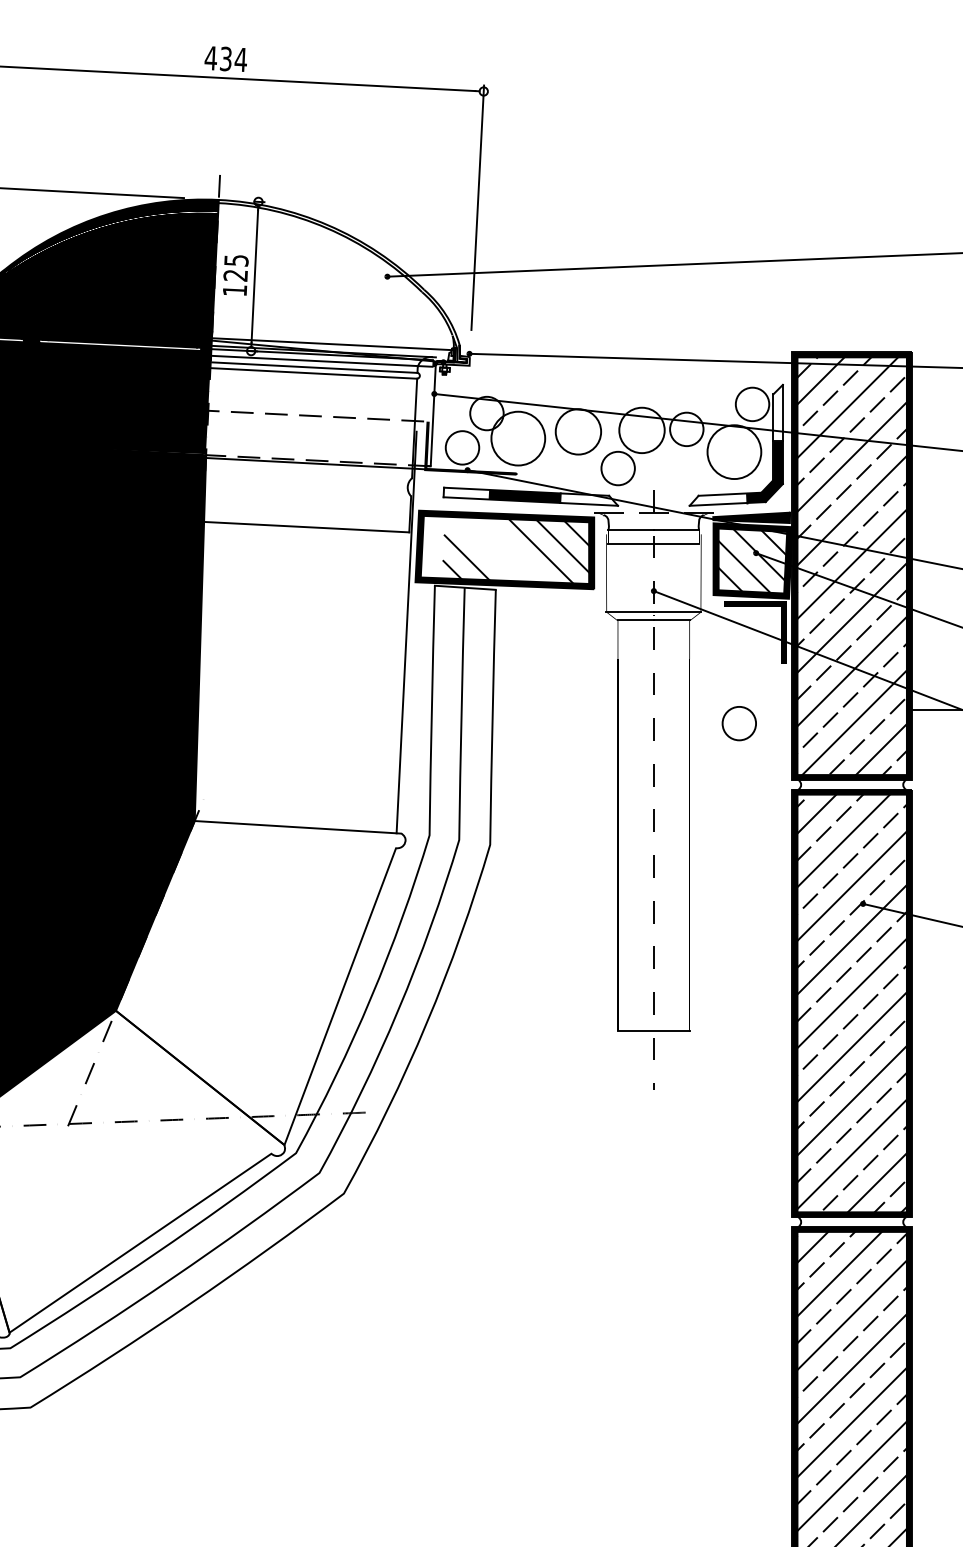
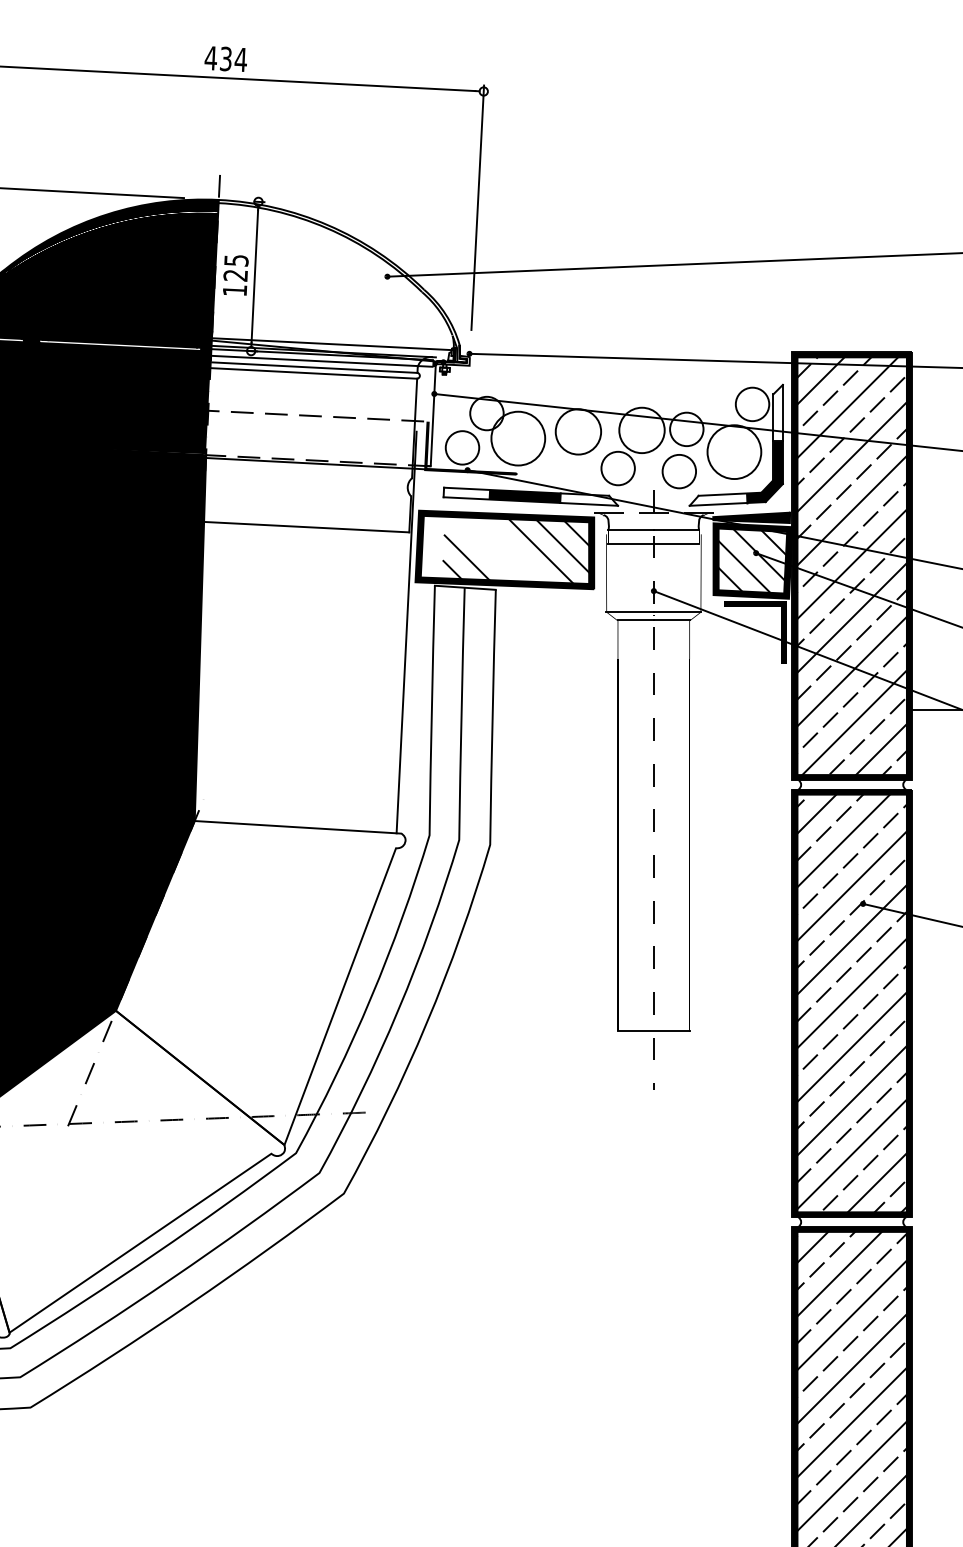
part at (738, 723) position: (738, 723) -> (678, 471)
